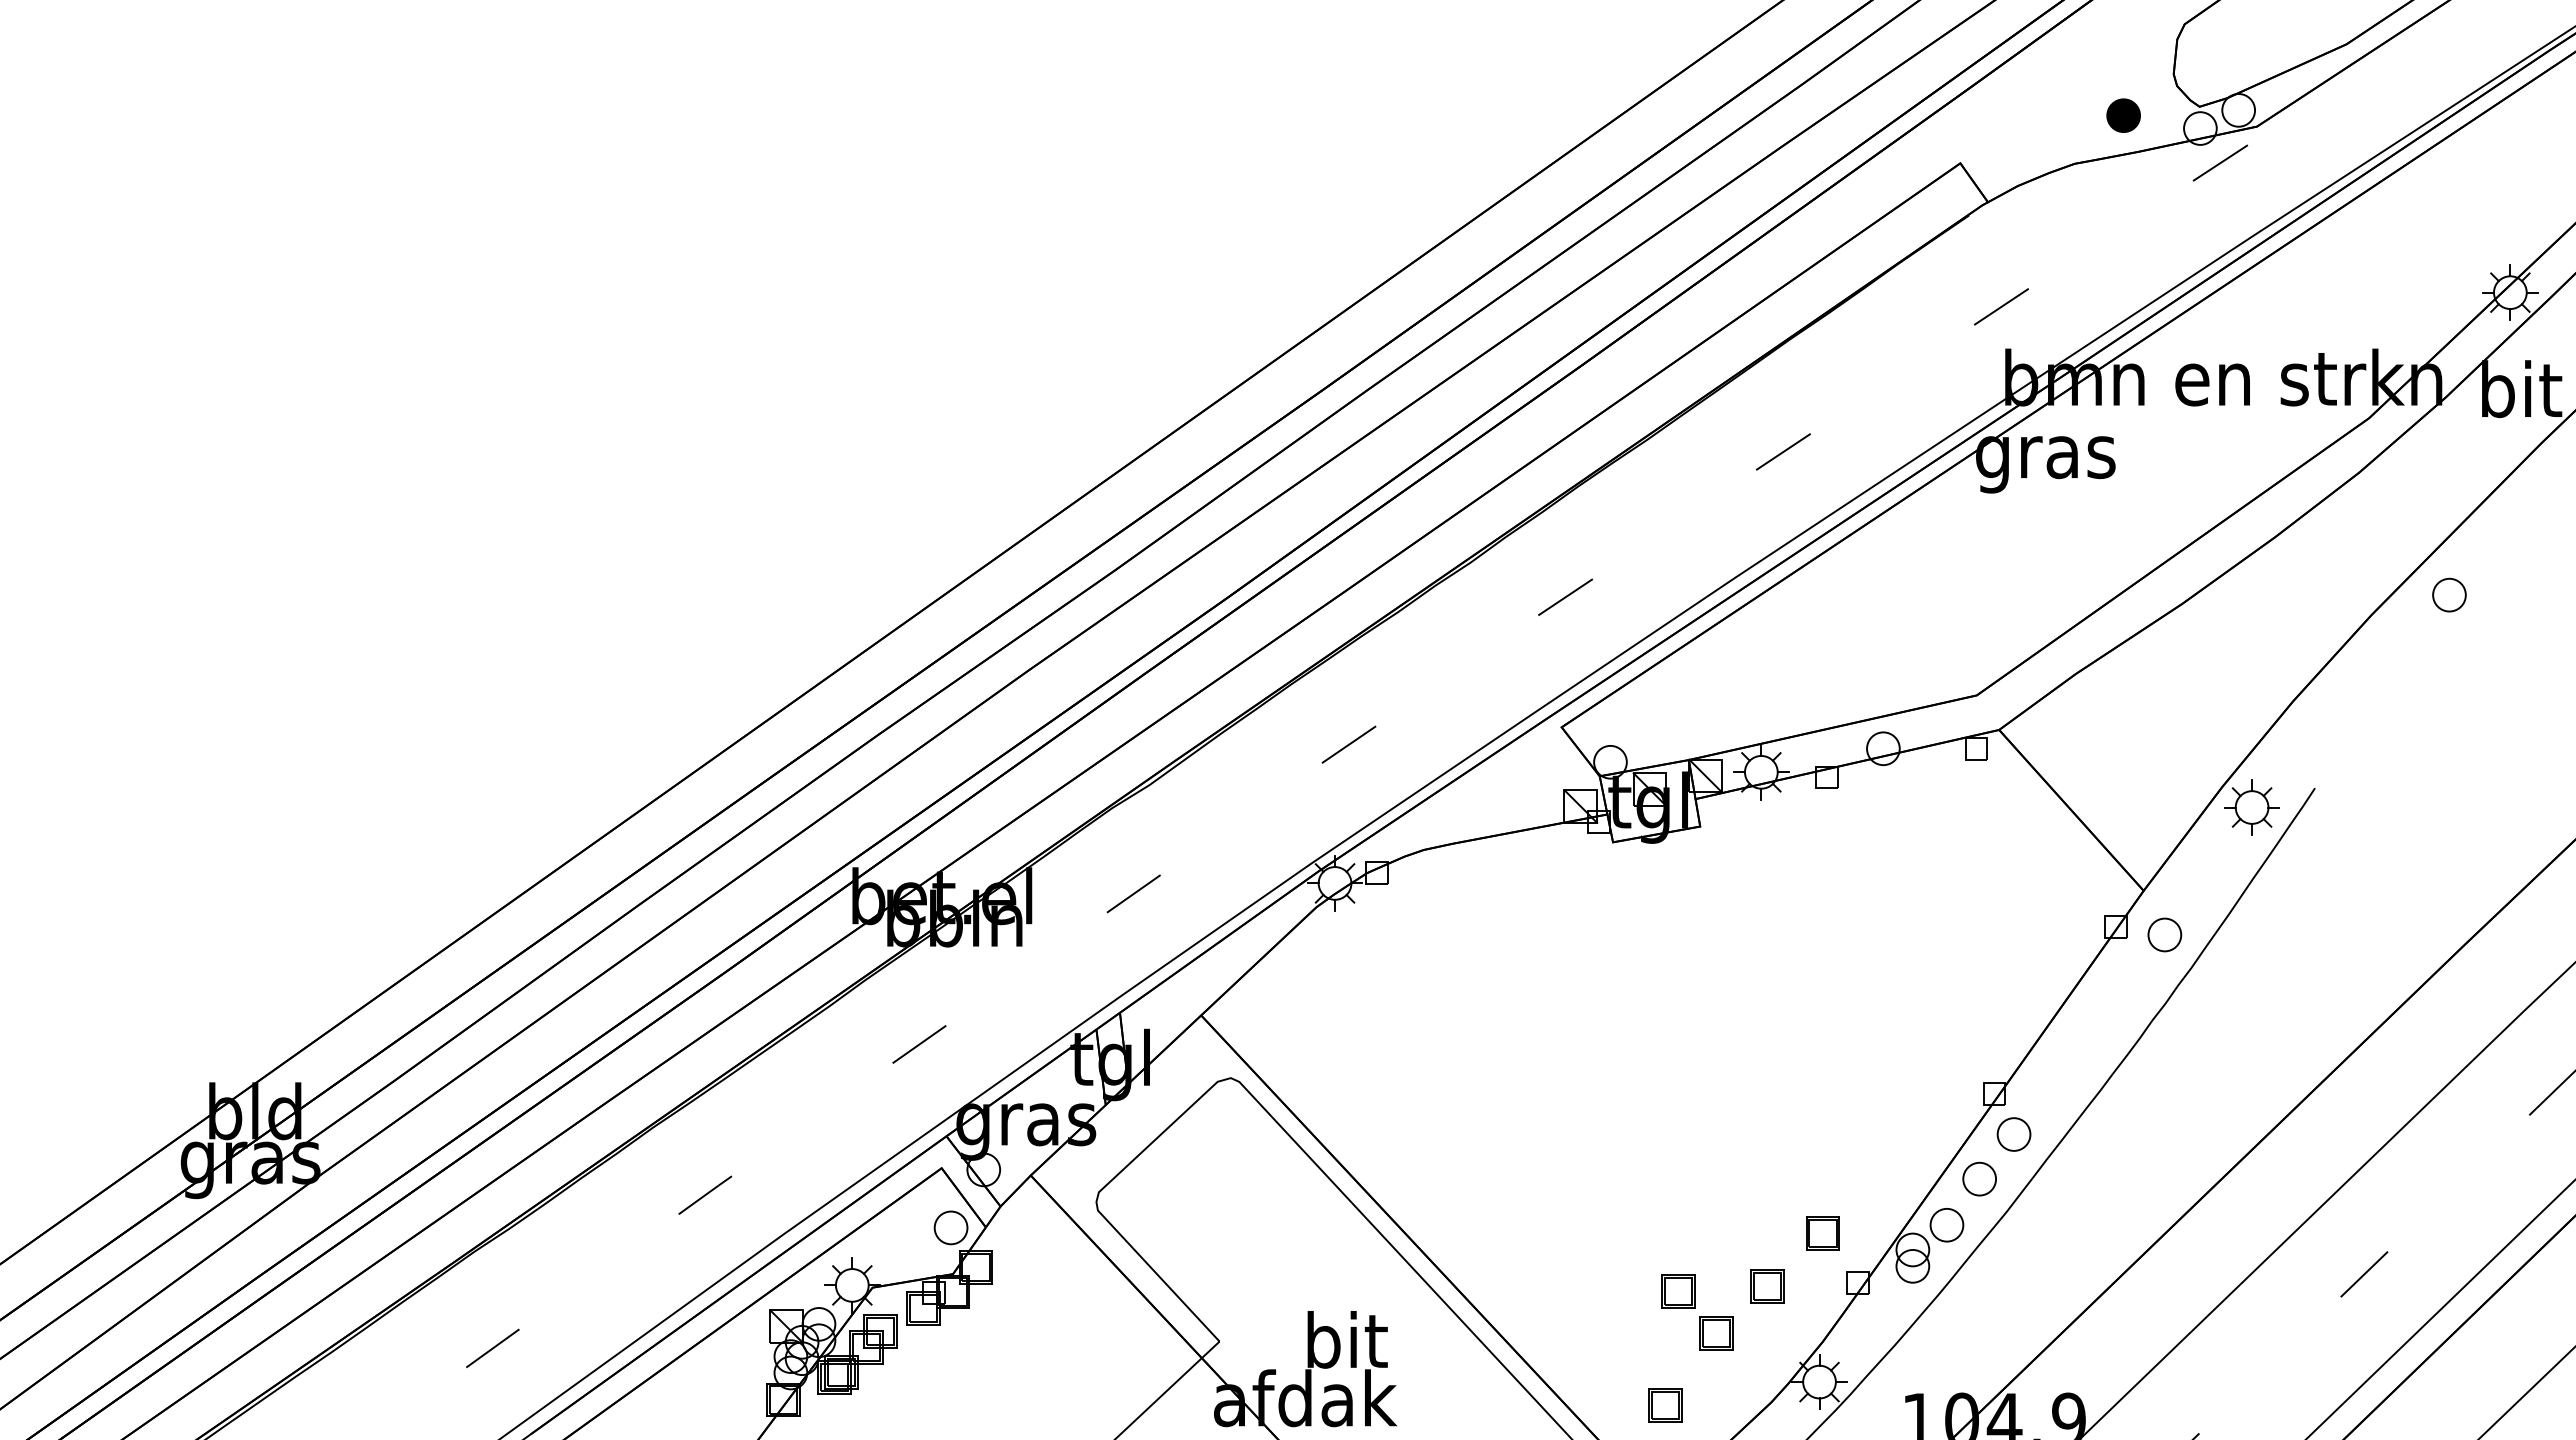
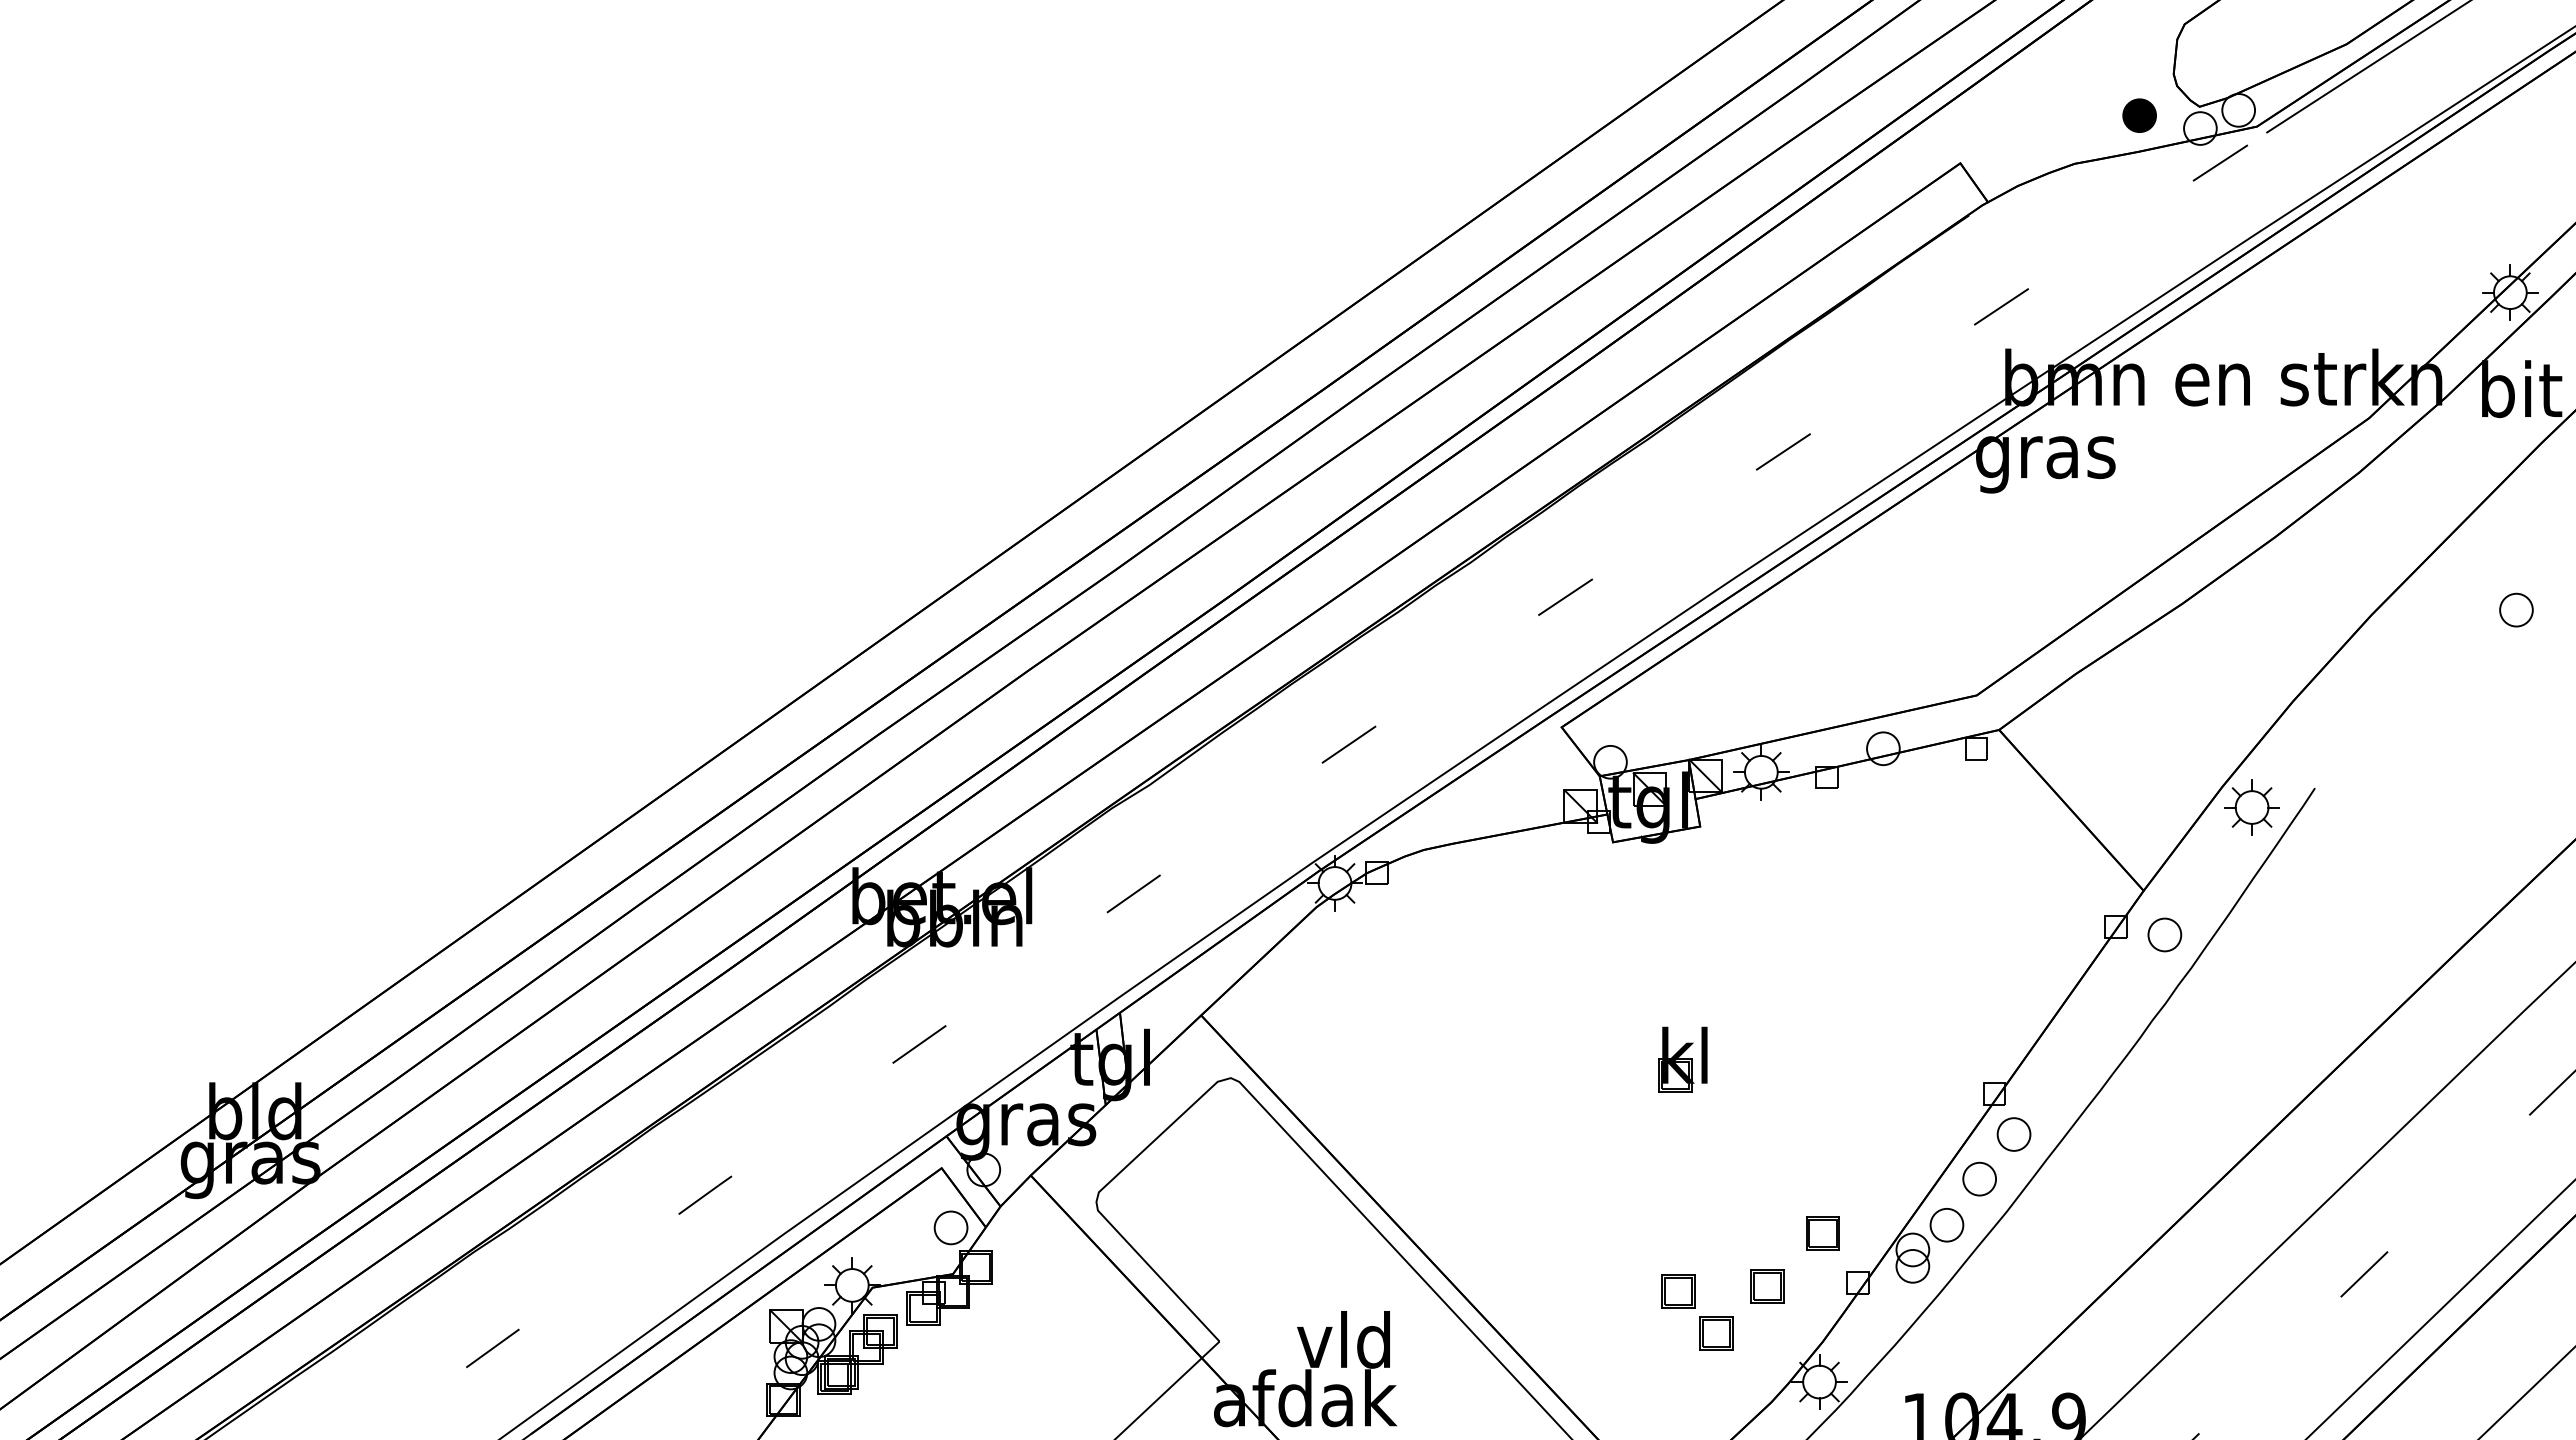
line at (2367, 67): none -> present
part at (2123, 115) position: (2123, 115) -> (2139, 115)
part at (2449, 594) position: (2449, 594) -> (2516, 609)
part at (1682, 1059): none -> present
text at (1343, 1339): bit -> vld
part at (1665, 1405): present -> none
